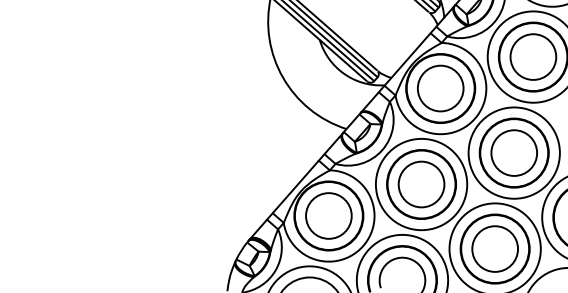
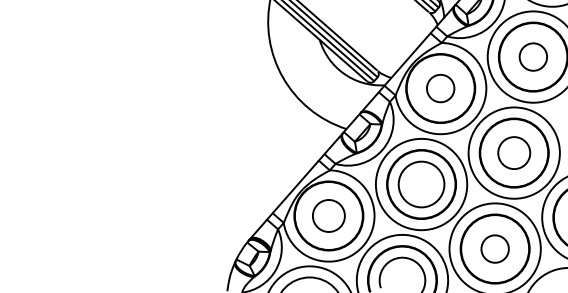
circle at (533, 56) diameter: 46 px -> 27 px
circle at (440, 88) diameter: 46 px -> 27 px
circle at (514, 152) diameter: 46 px -> 32 px
circle at (328, 215) size: 48x48 px -> 34x34 px
circle at (495, 248) diameter: 46 px -> 27 px
